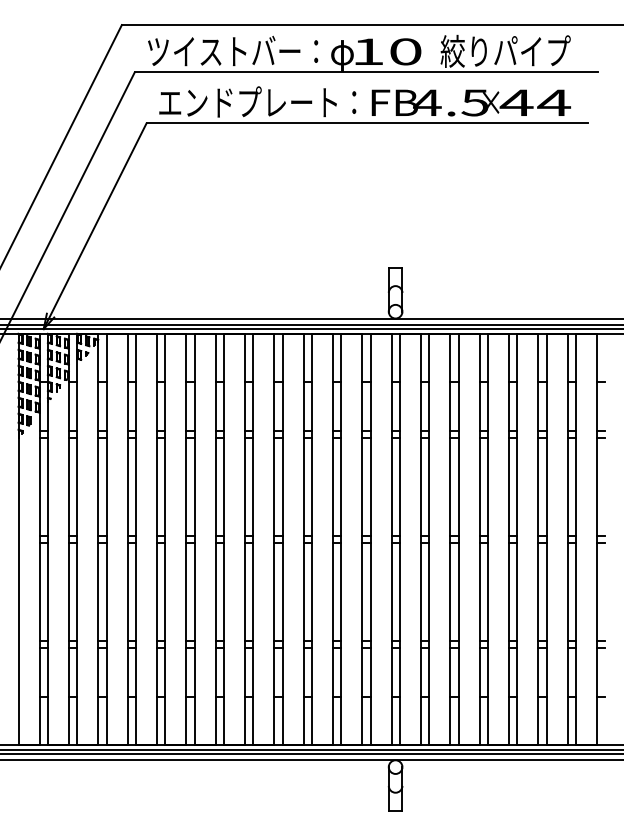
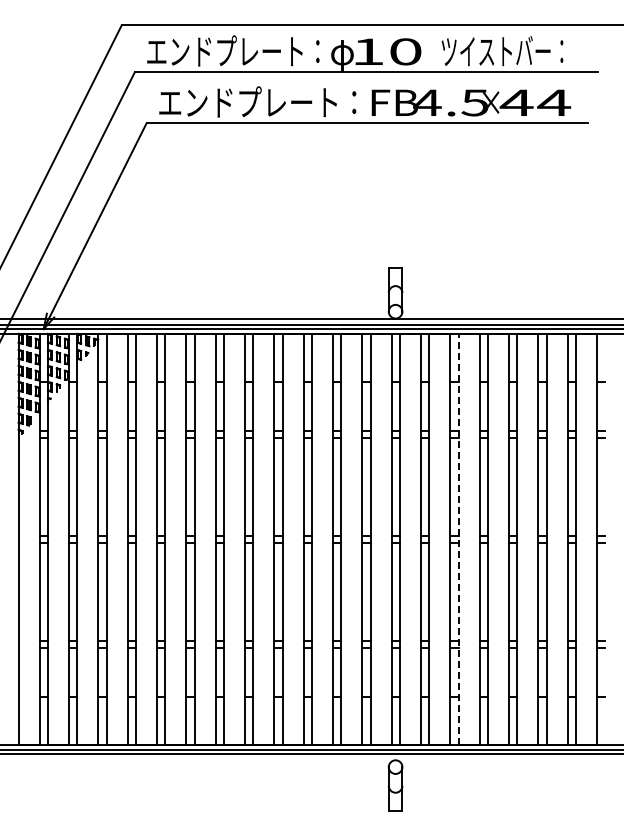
text at (233, 50): ツイストバー： -> エンドプレート：
text at (505, 50): 絞りパイプ -> ツイストバー：
line at (458, 539): solid -> dashed
line at (311, 760): present -> none
